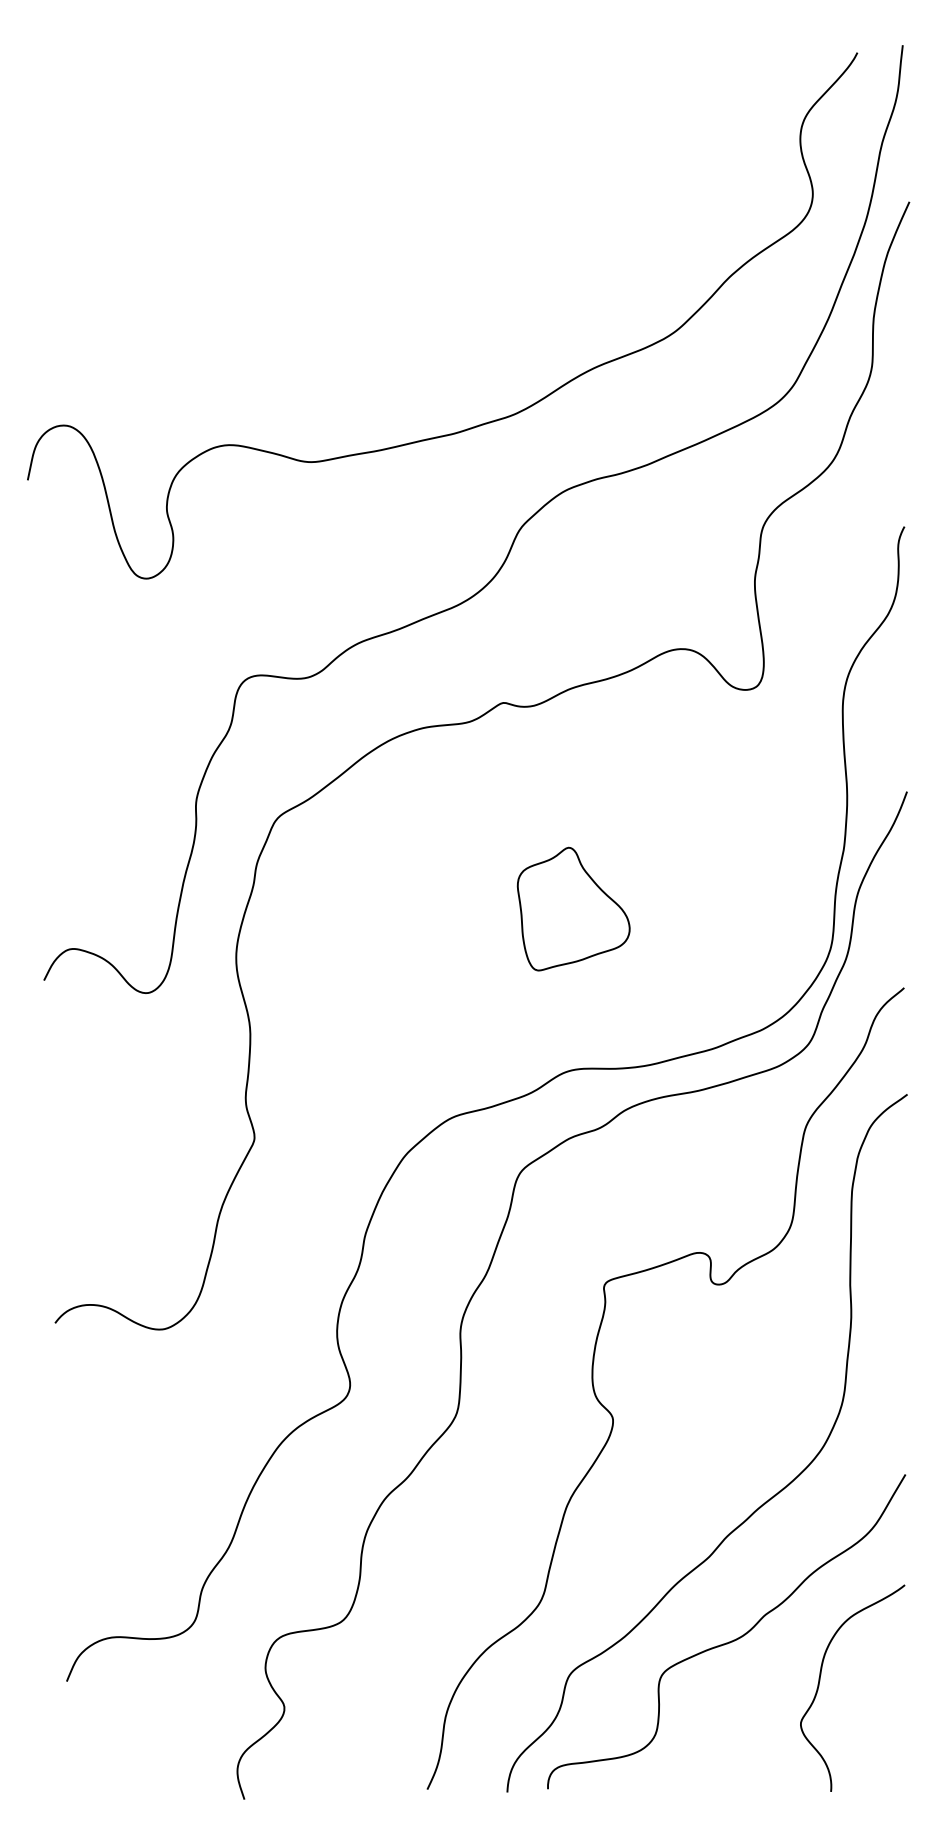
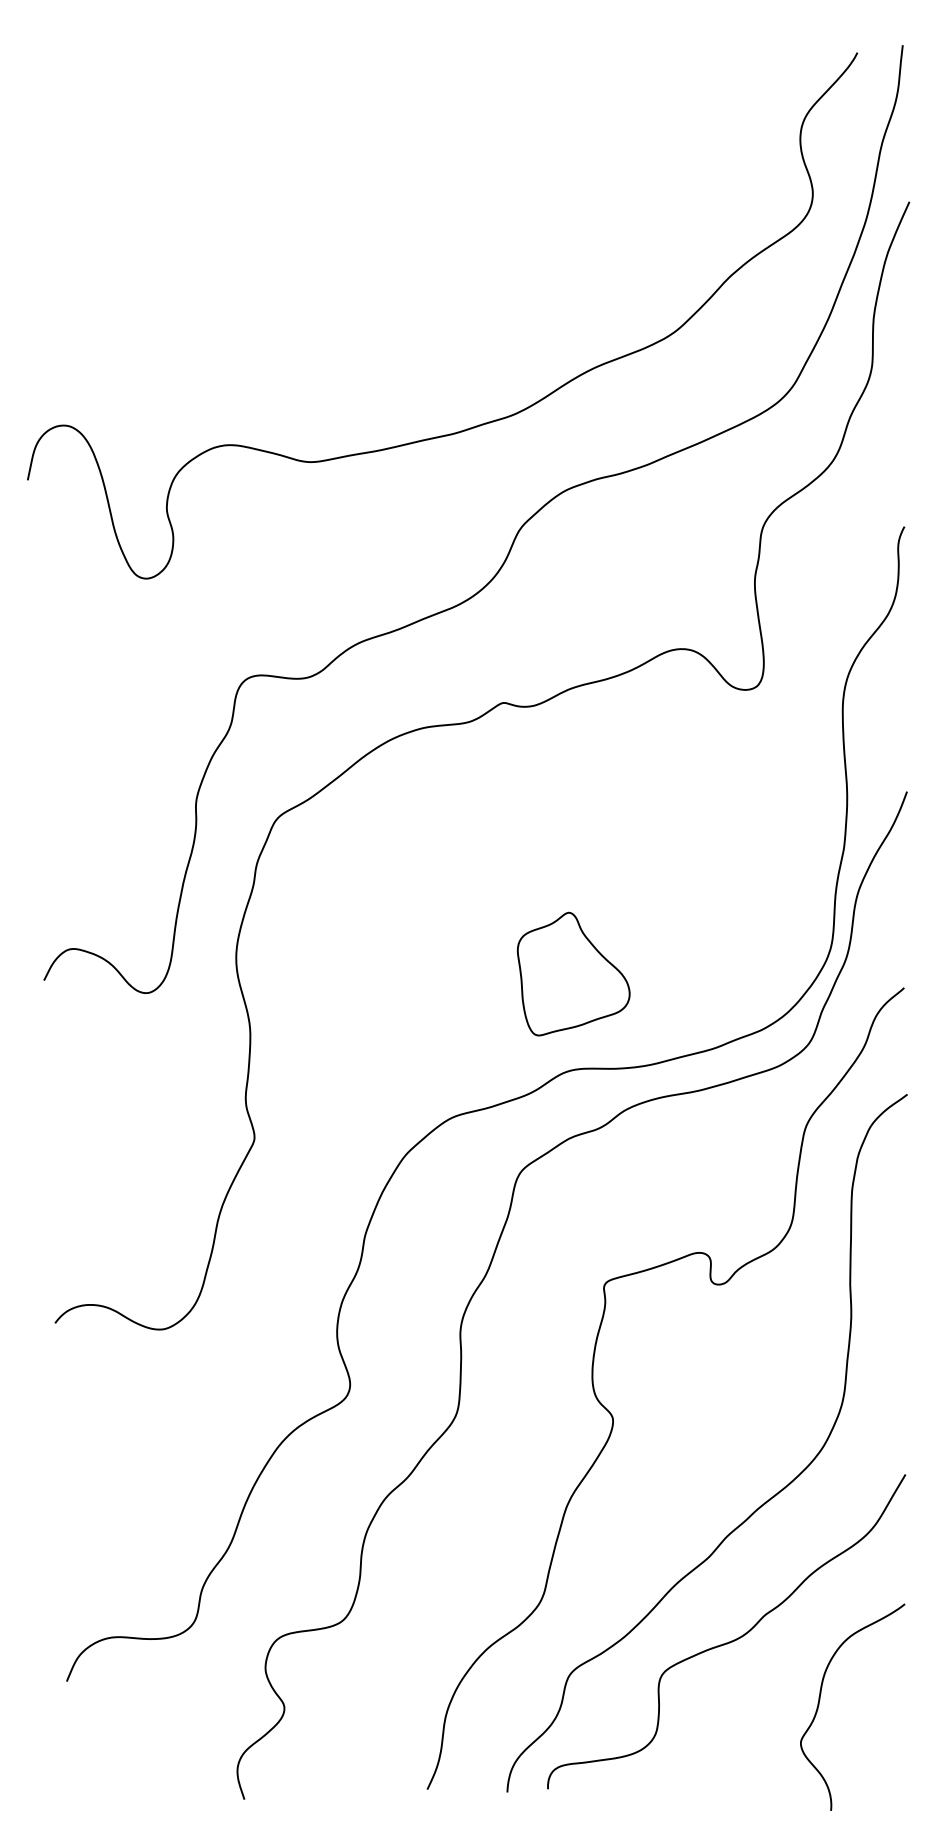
part at (573, 908) position: (573, 908) -> (573, 973)
curve at (820, 1681) position: (820, 1681) -> (820, 1700)
